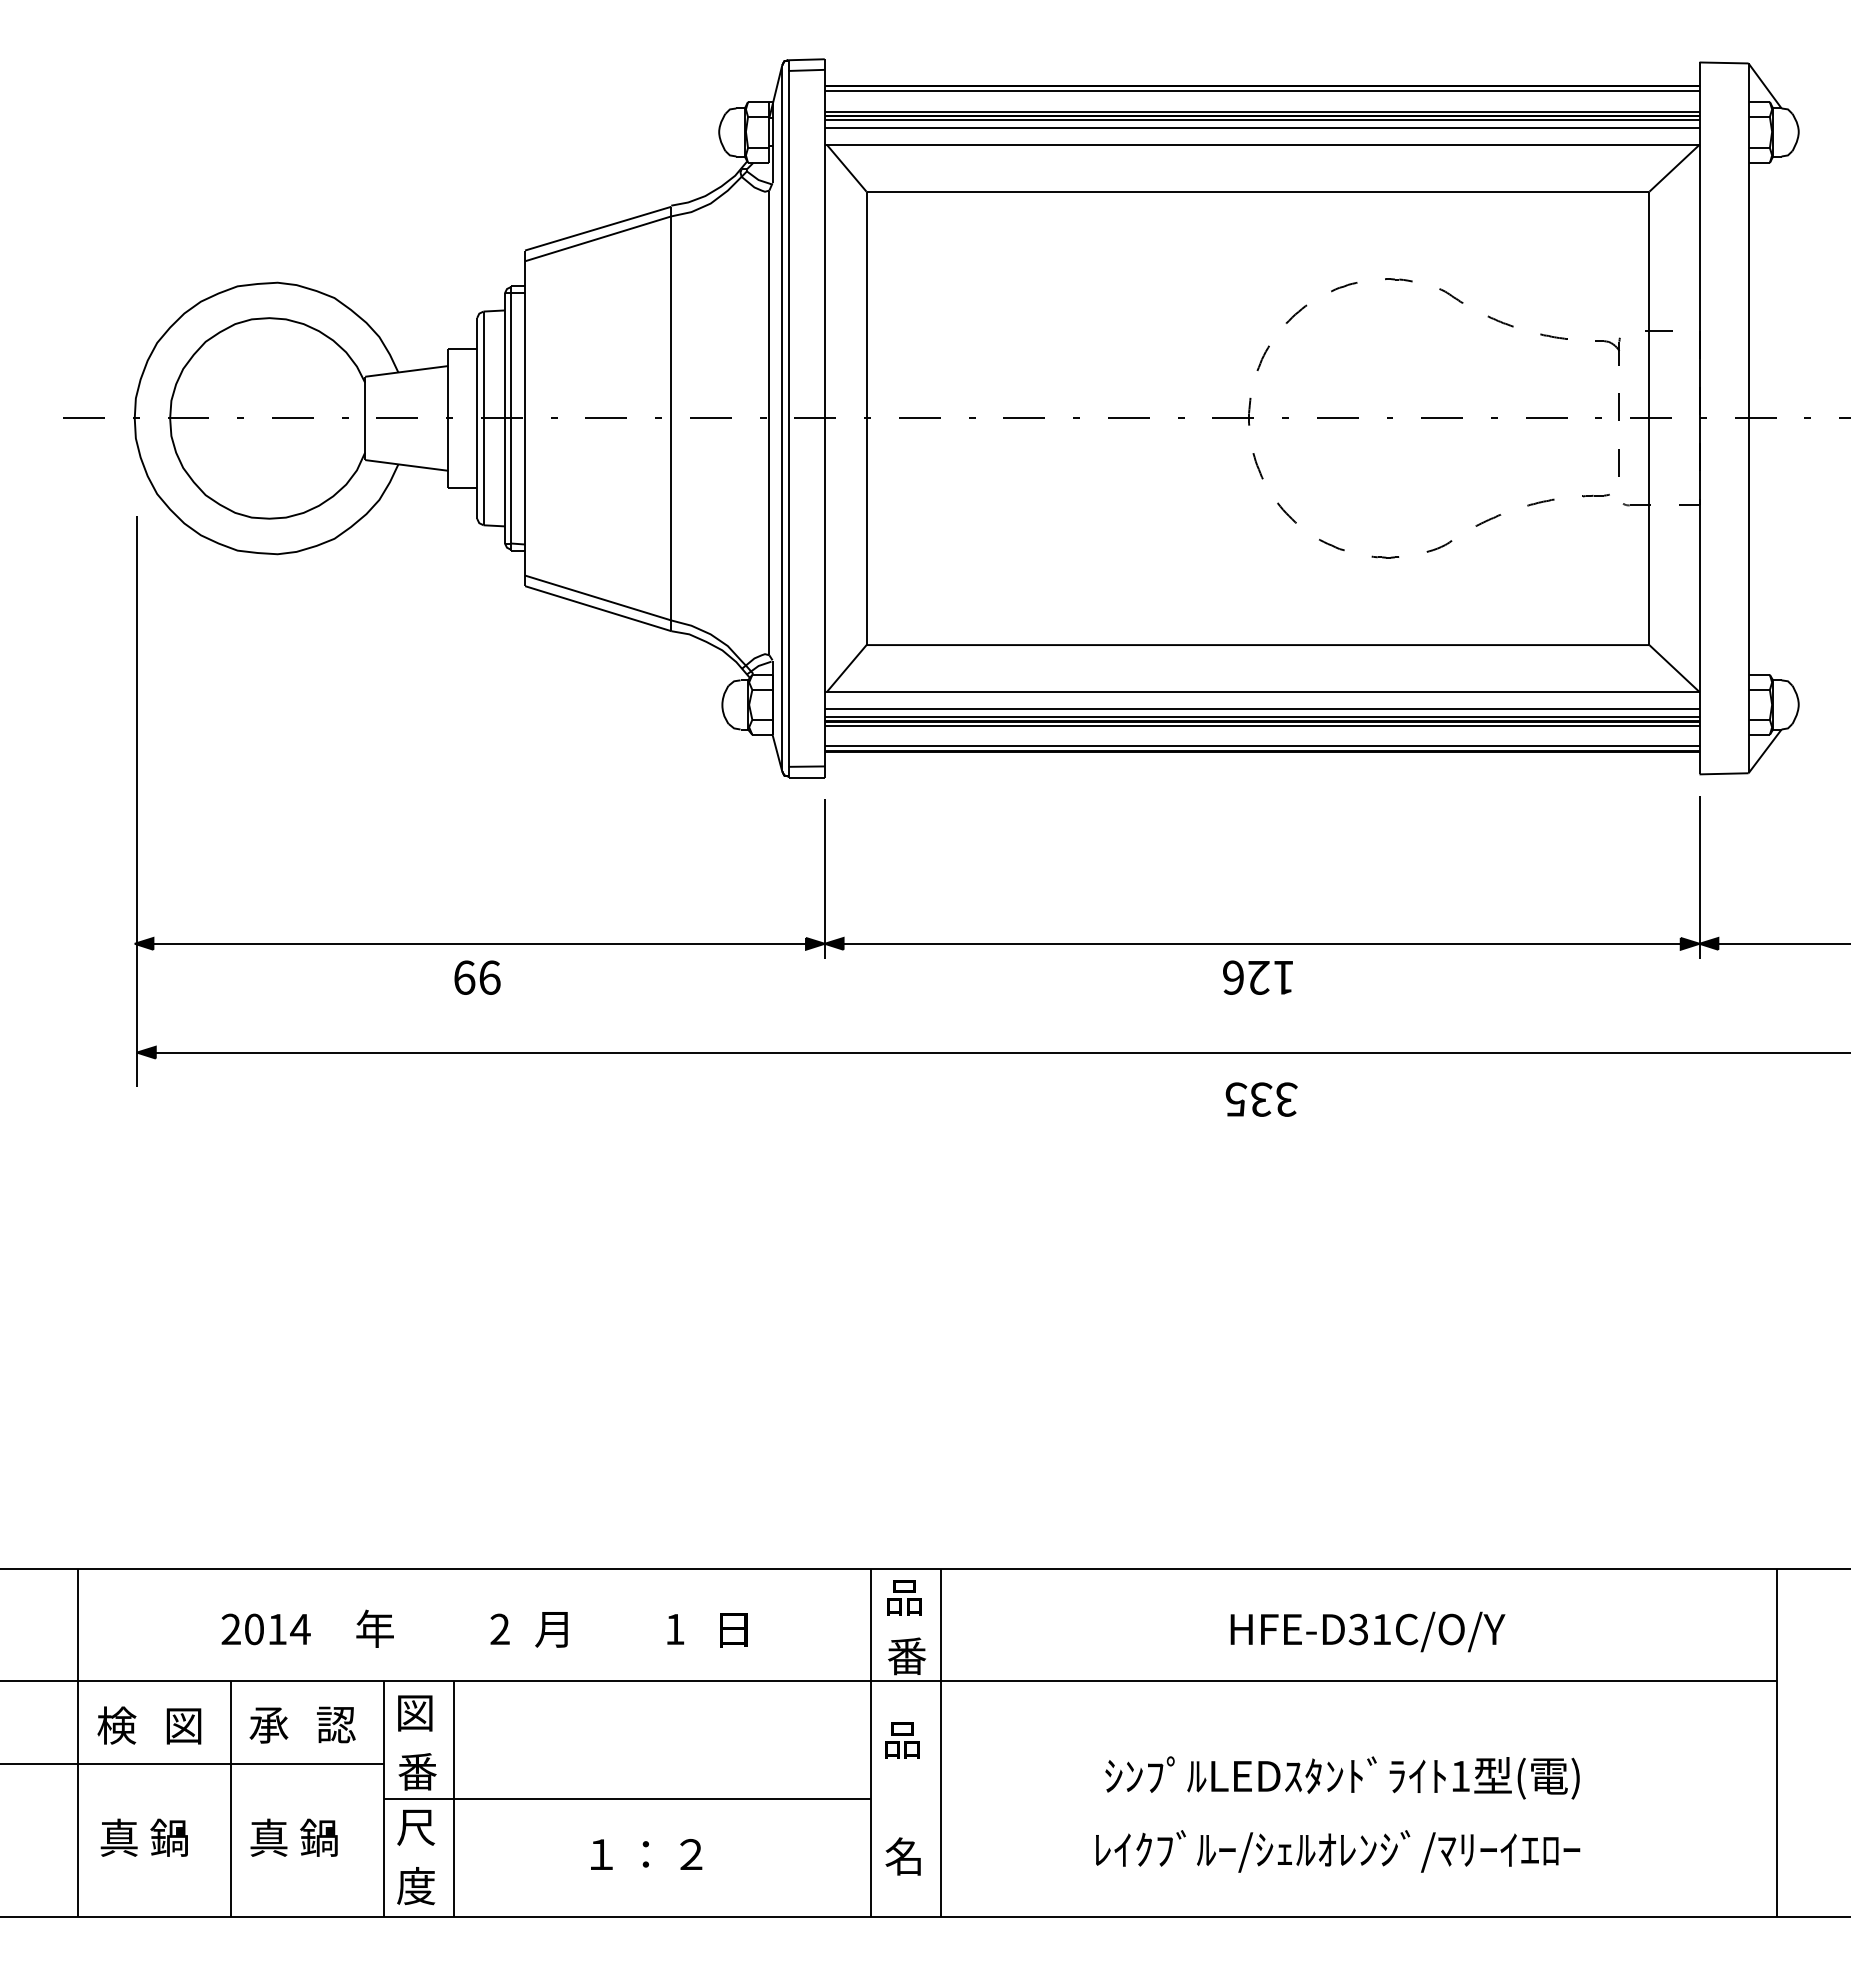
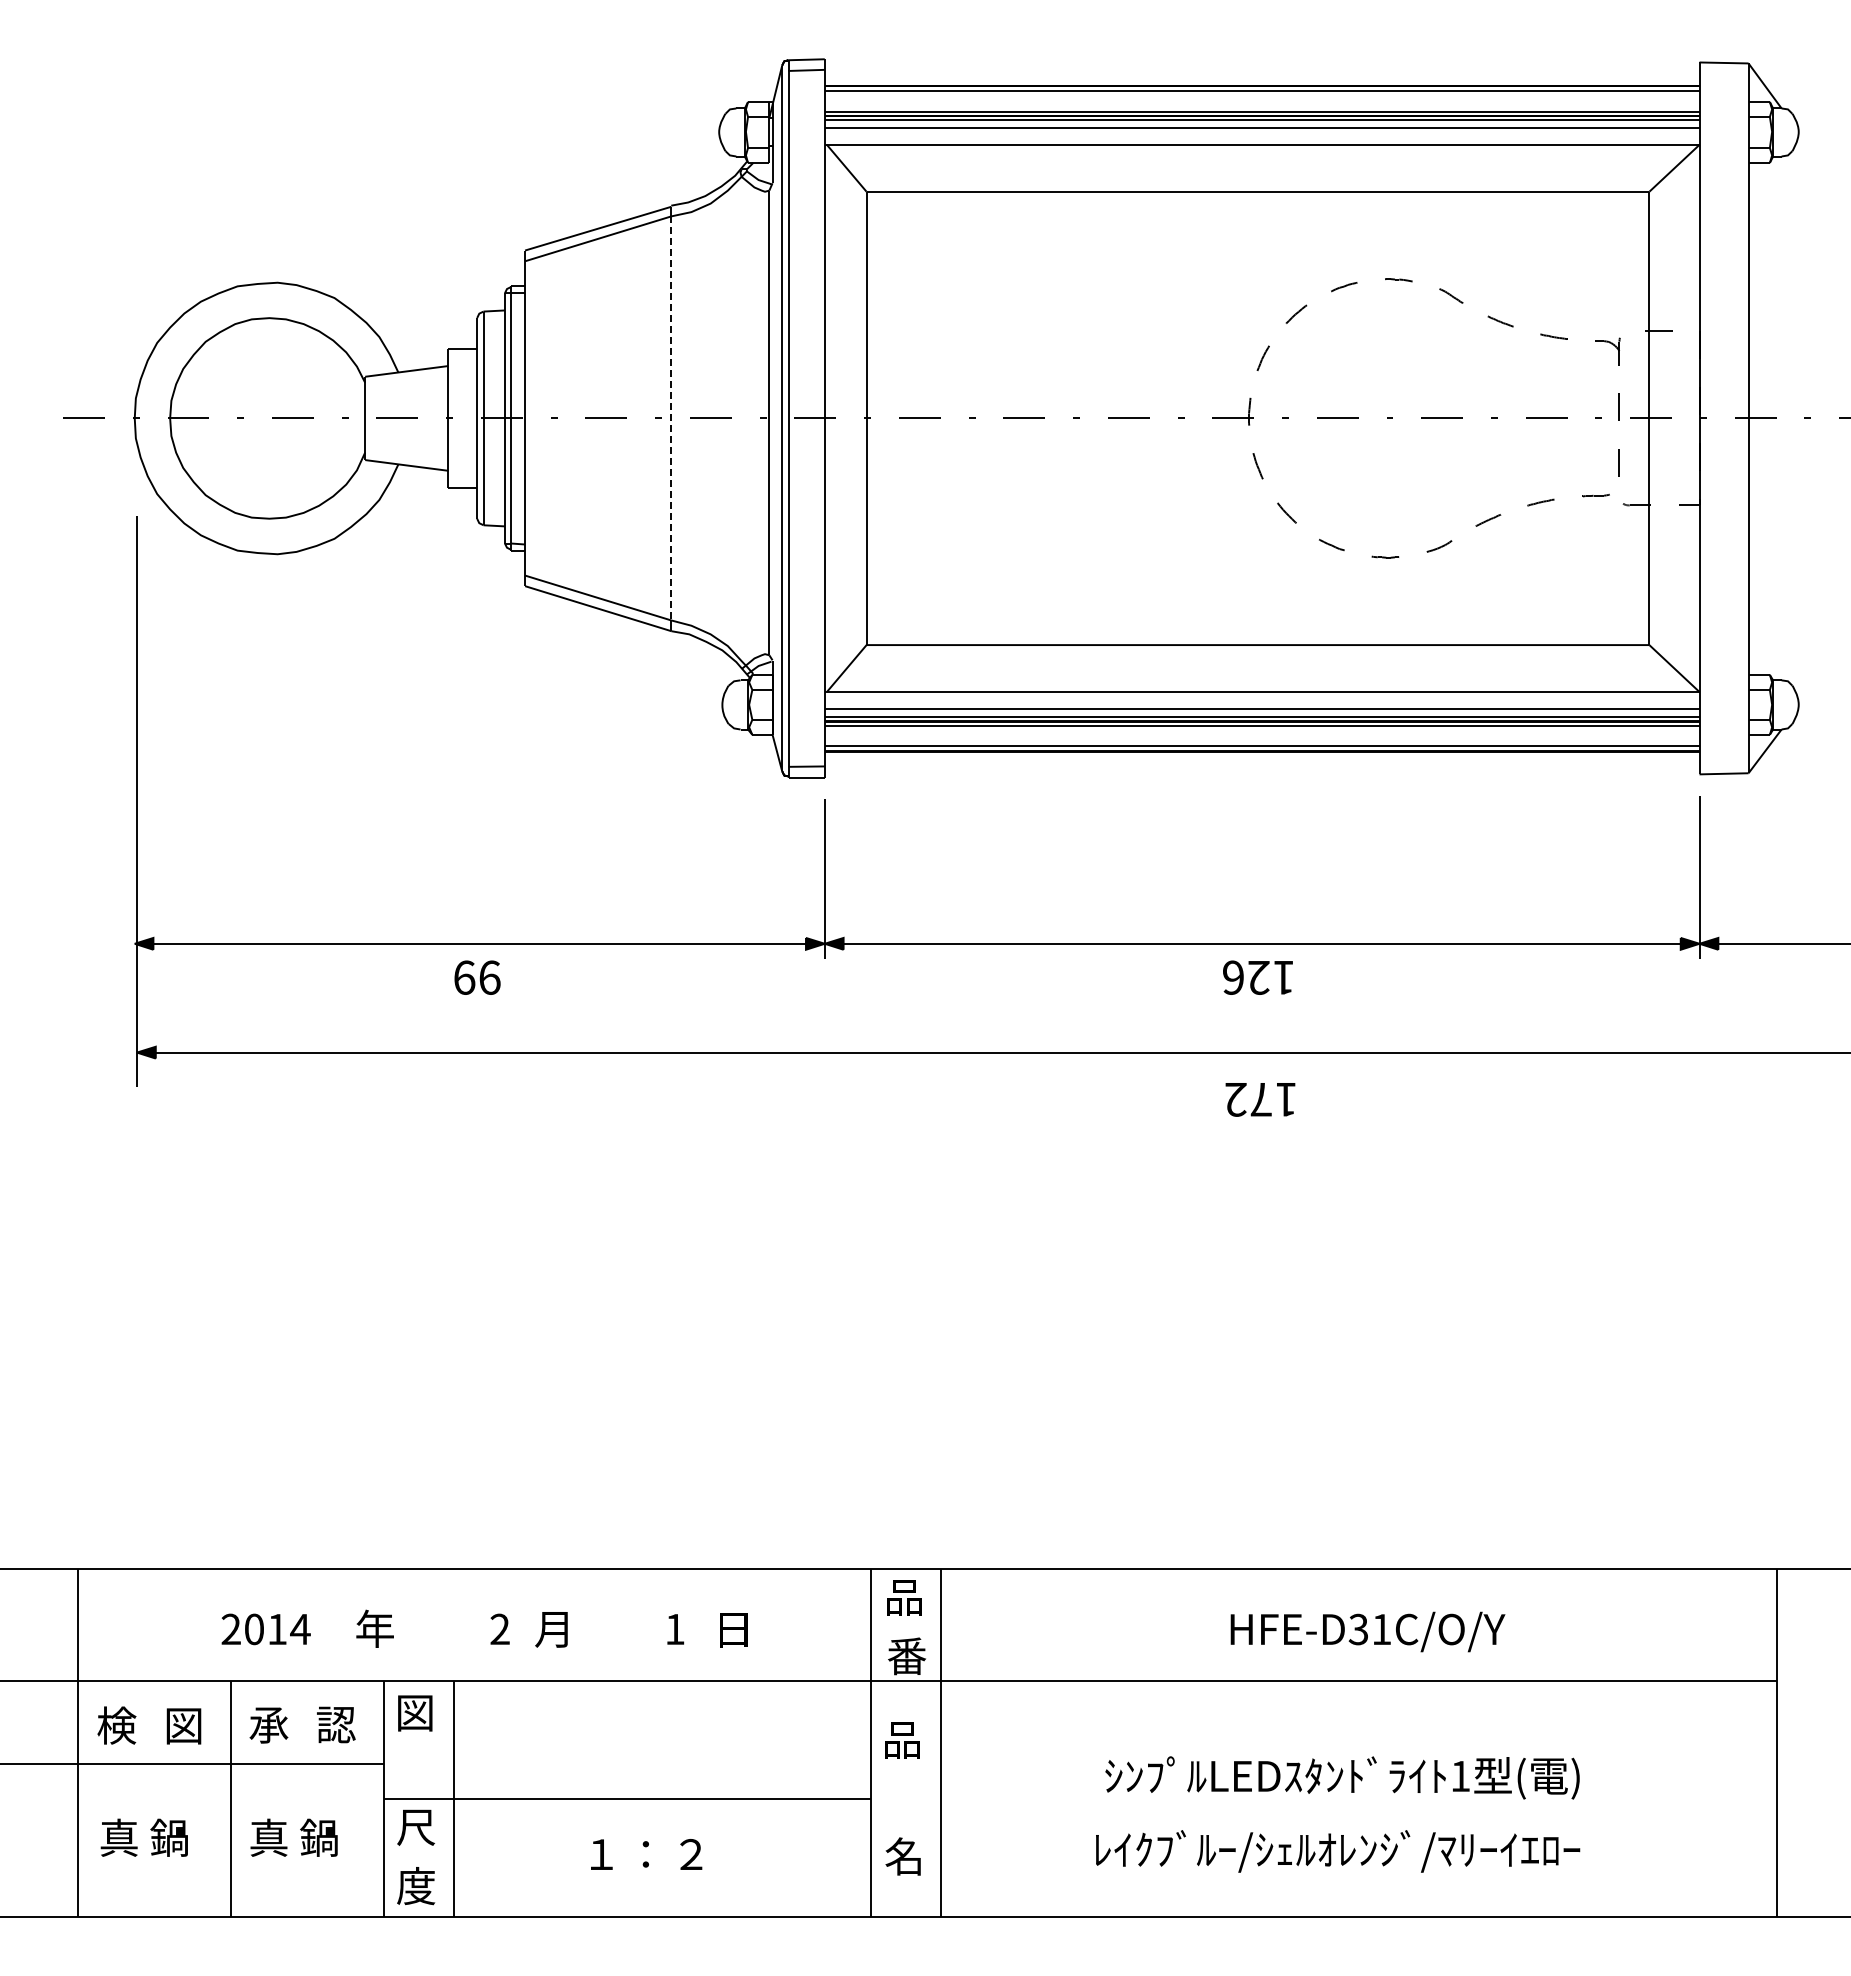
line at (671, 418): solid -> dashed
text at (1261, 1099): 335 -> 172
part at (417, 1771): present -> none
